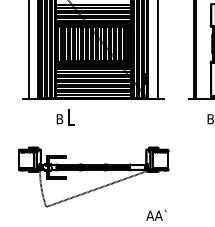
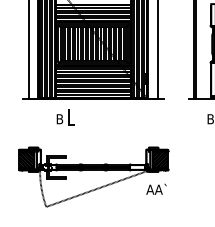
hatch at (26, 159): none -> present
hatch at (160, 159): none -> present
text at (156, 214) position: (156, 214) -> (156, 188)
